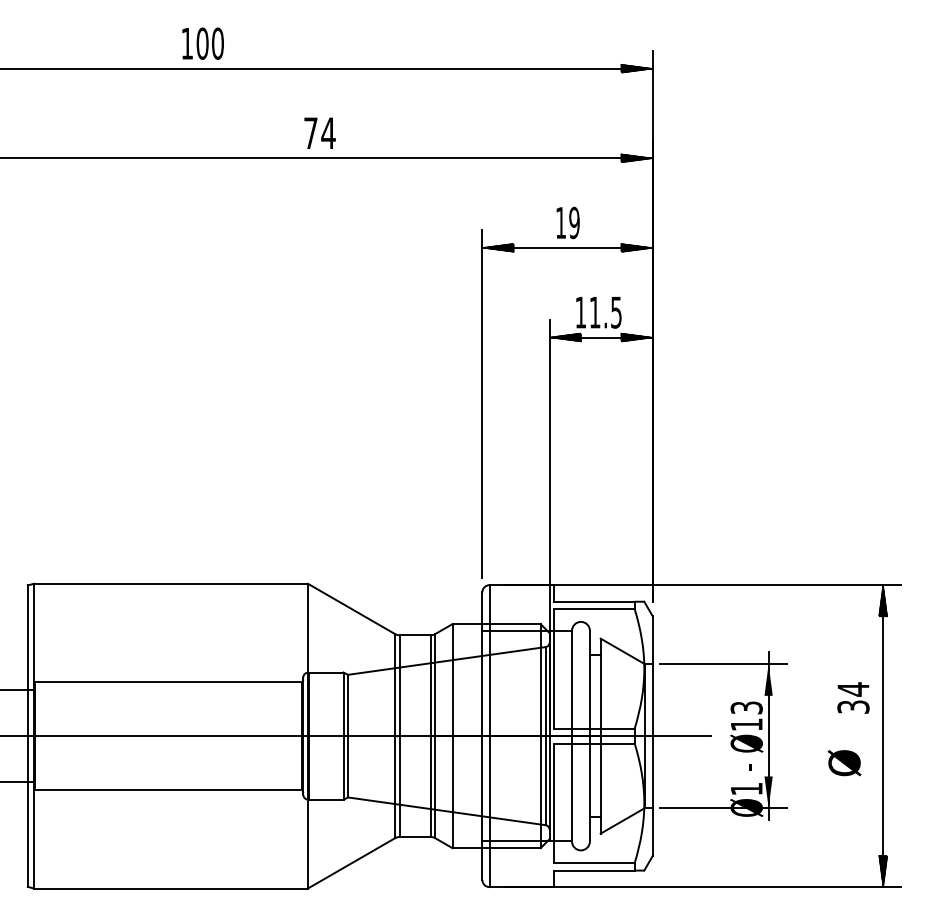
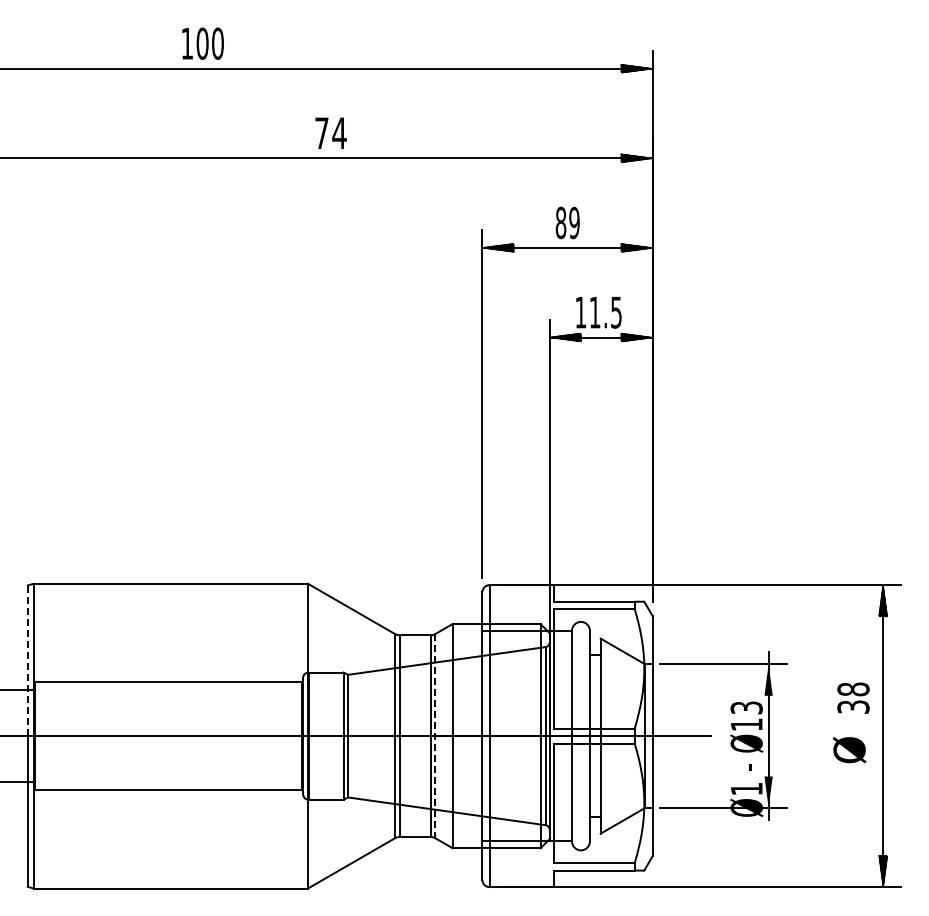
text at (319, 132) position: (319, 132) -> (330, 132)
text at (560, 222): 19 -> 89
line at (27, 660): solid -> dashed
text at (853, 689): 34 -> 38
line at (435, 736): solid -> dashed
text at (844, 763) position: (844, 763) -> (849, 750)
